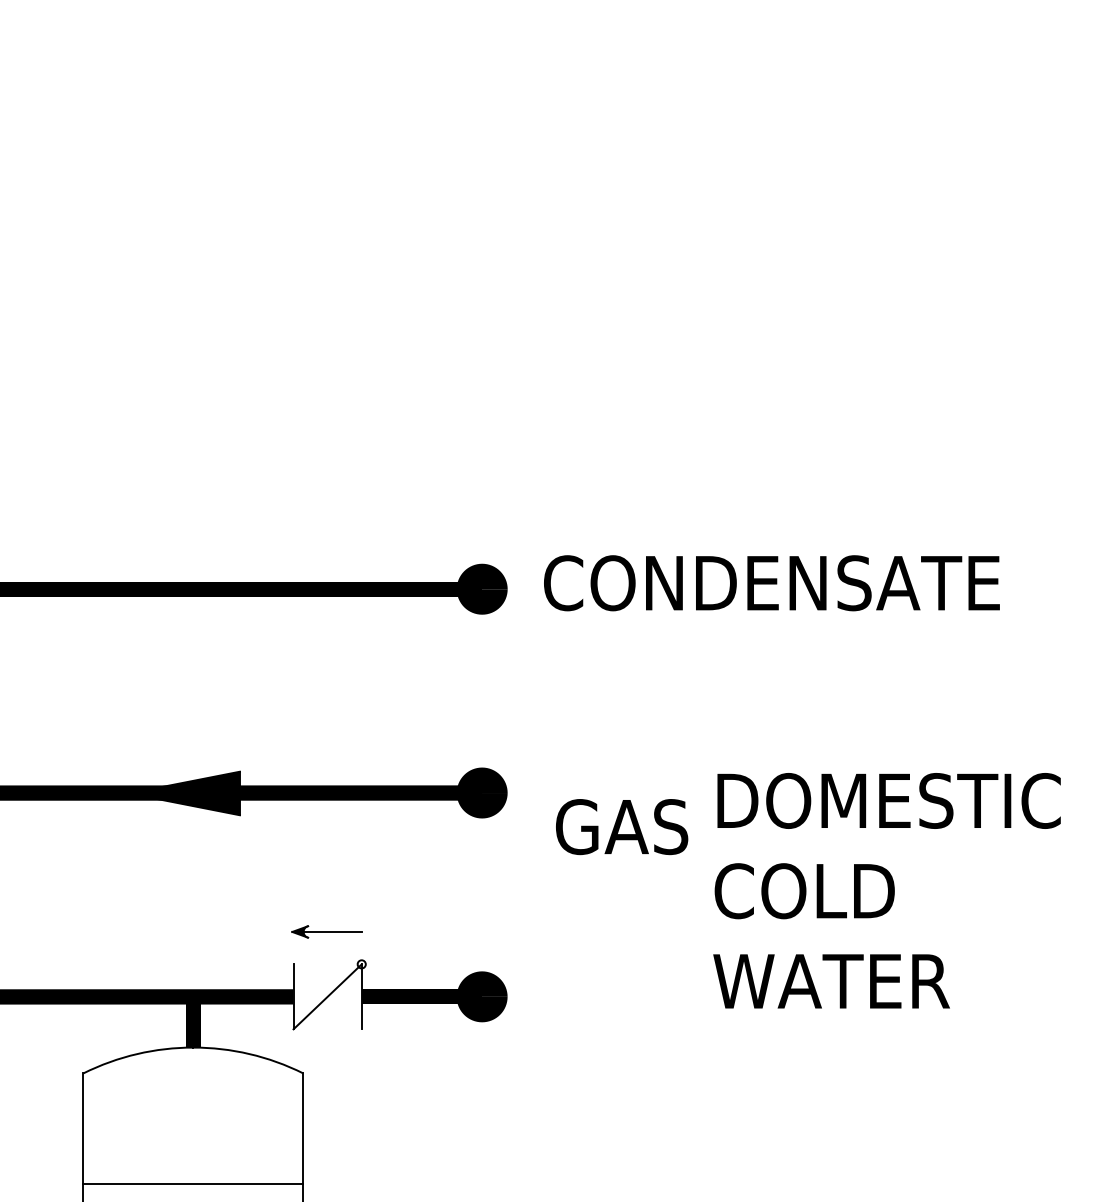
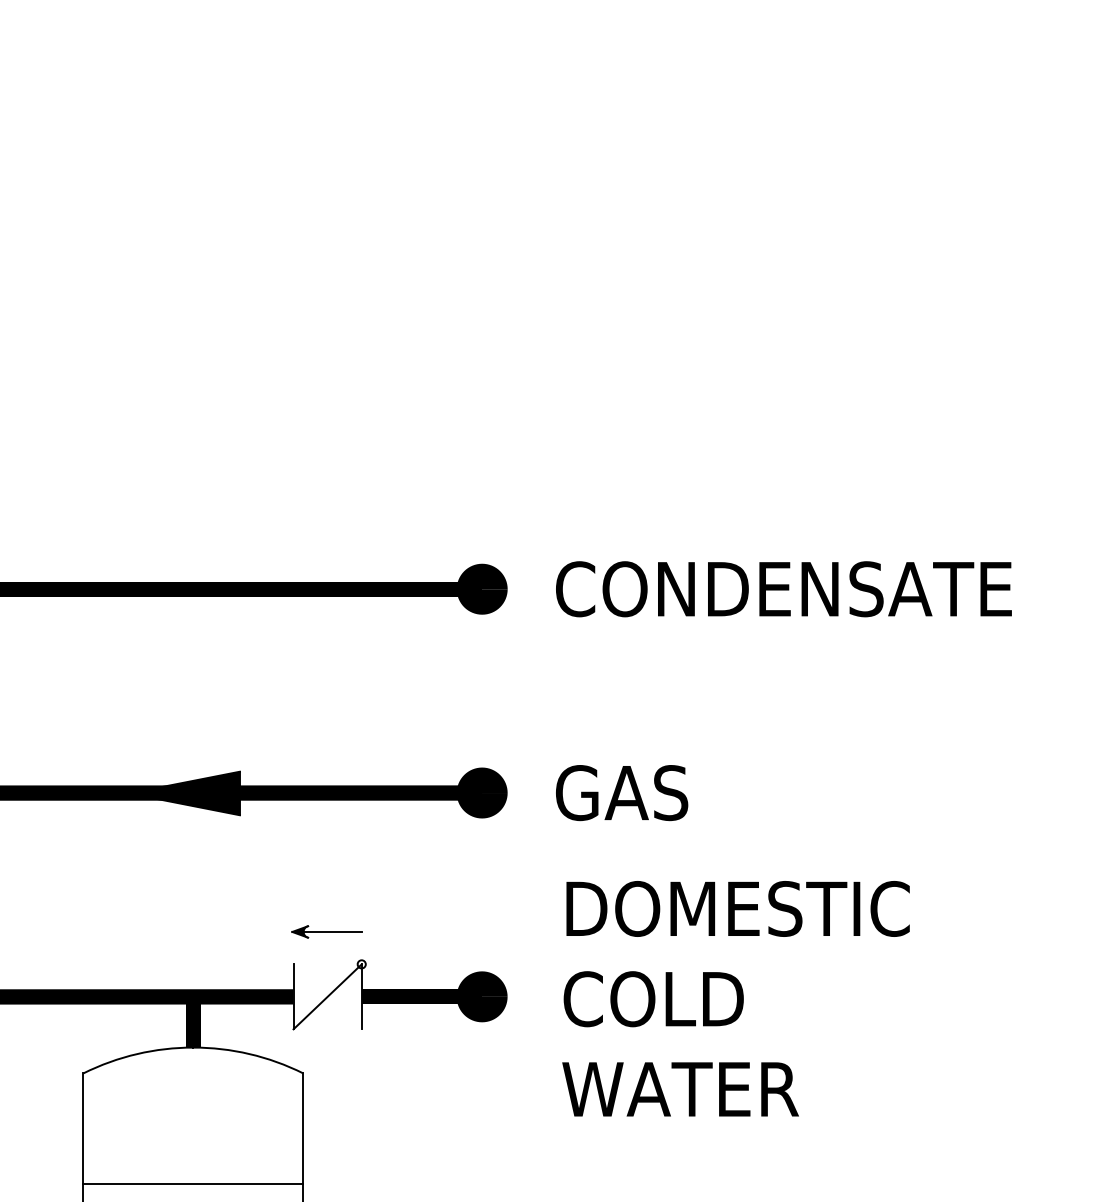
text at (771, 583) position: (771, 583) -> (783, 589)
text at (622, 827) position: (622, 827) -> (622, 793)
text at (886, 890) position: (886, 890) -> (735, 998)
